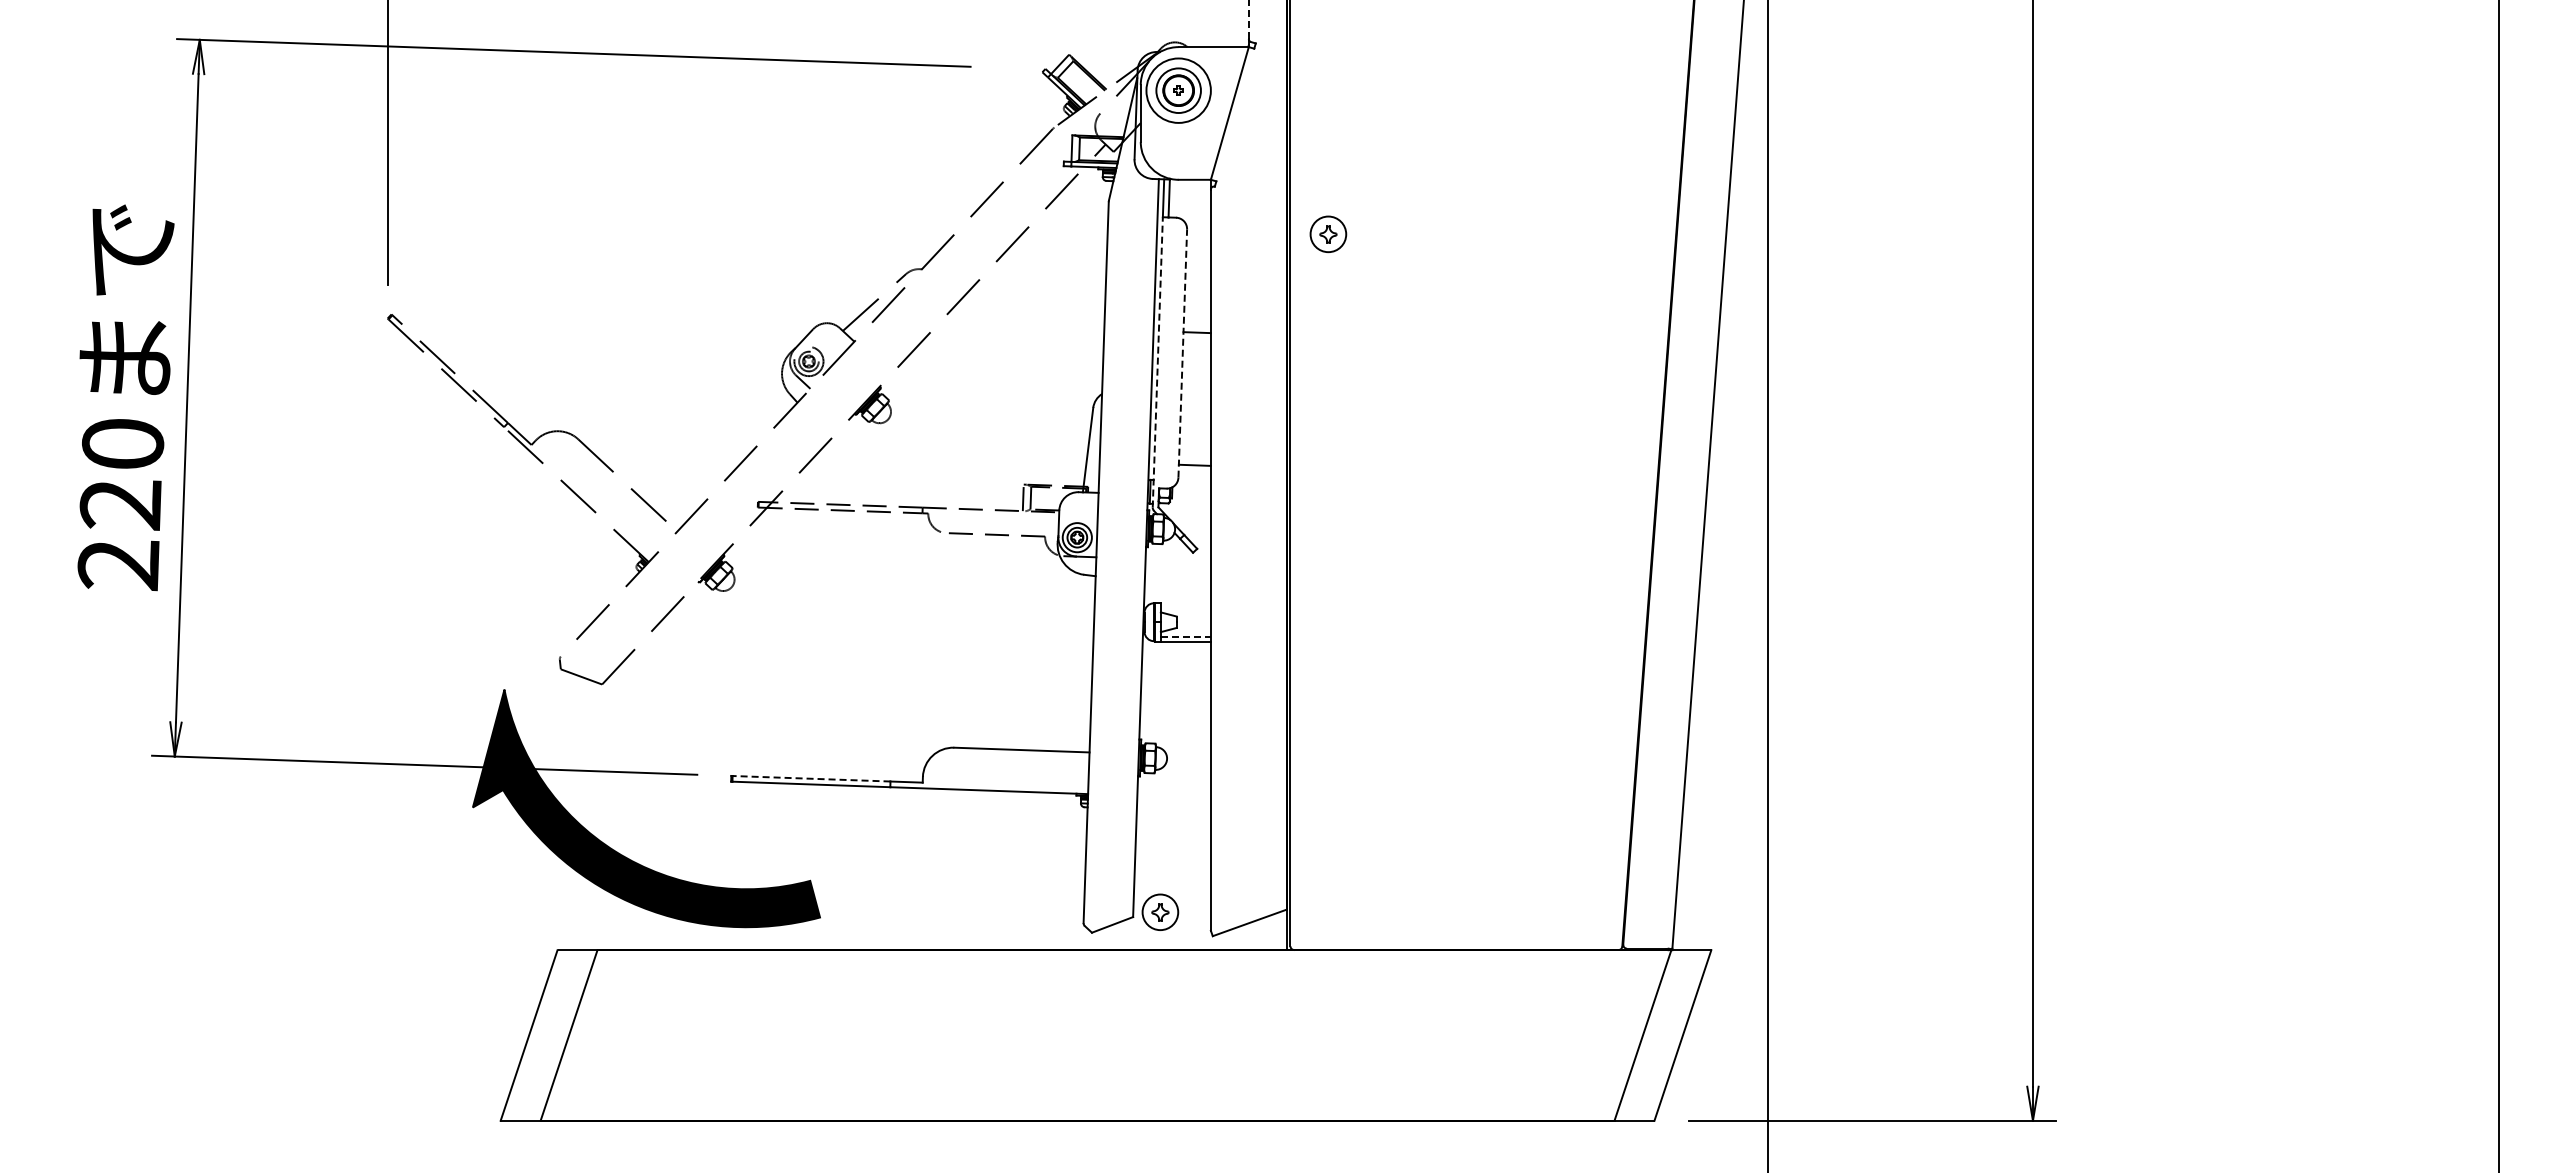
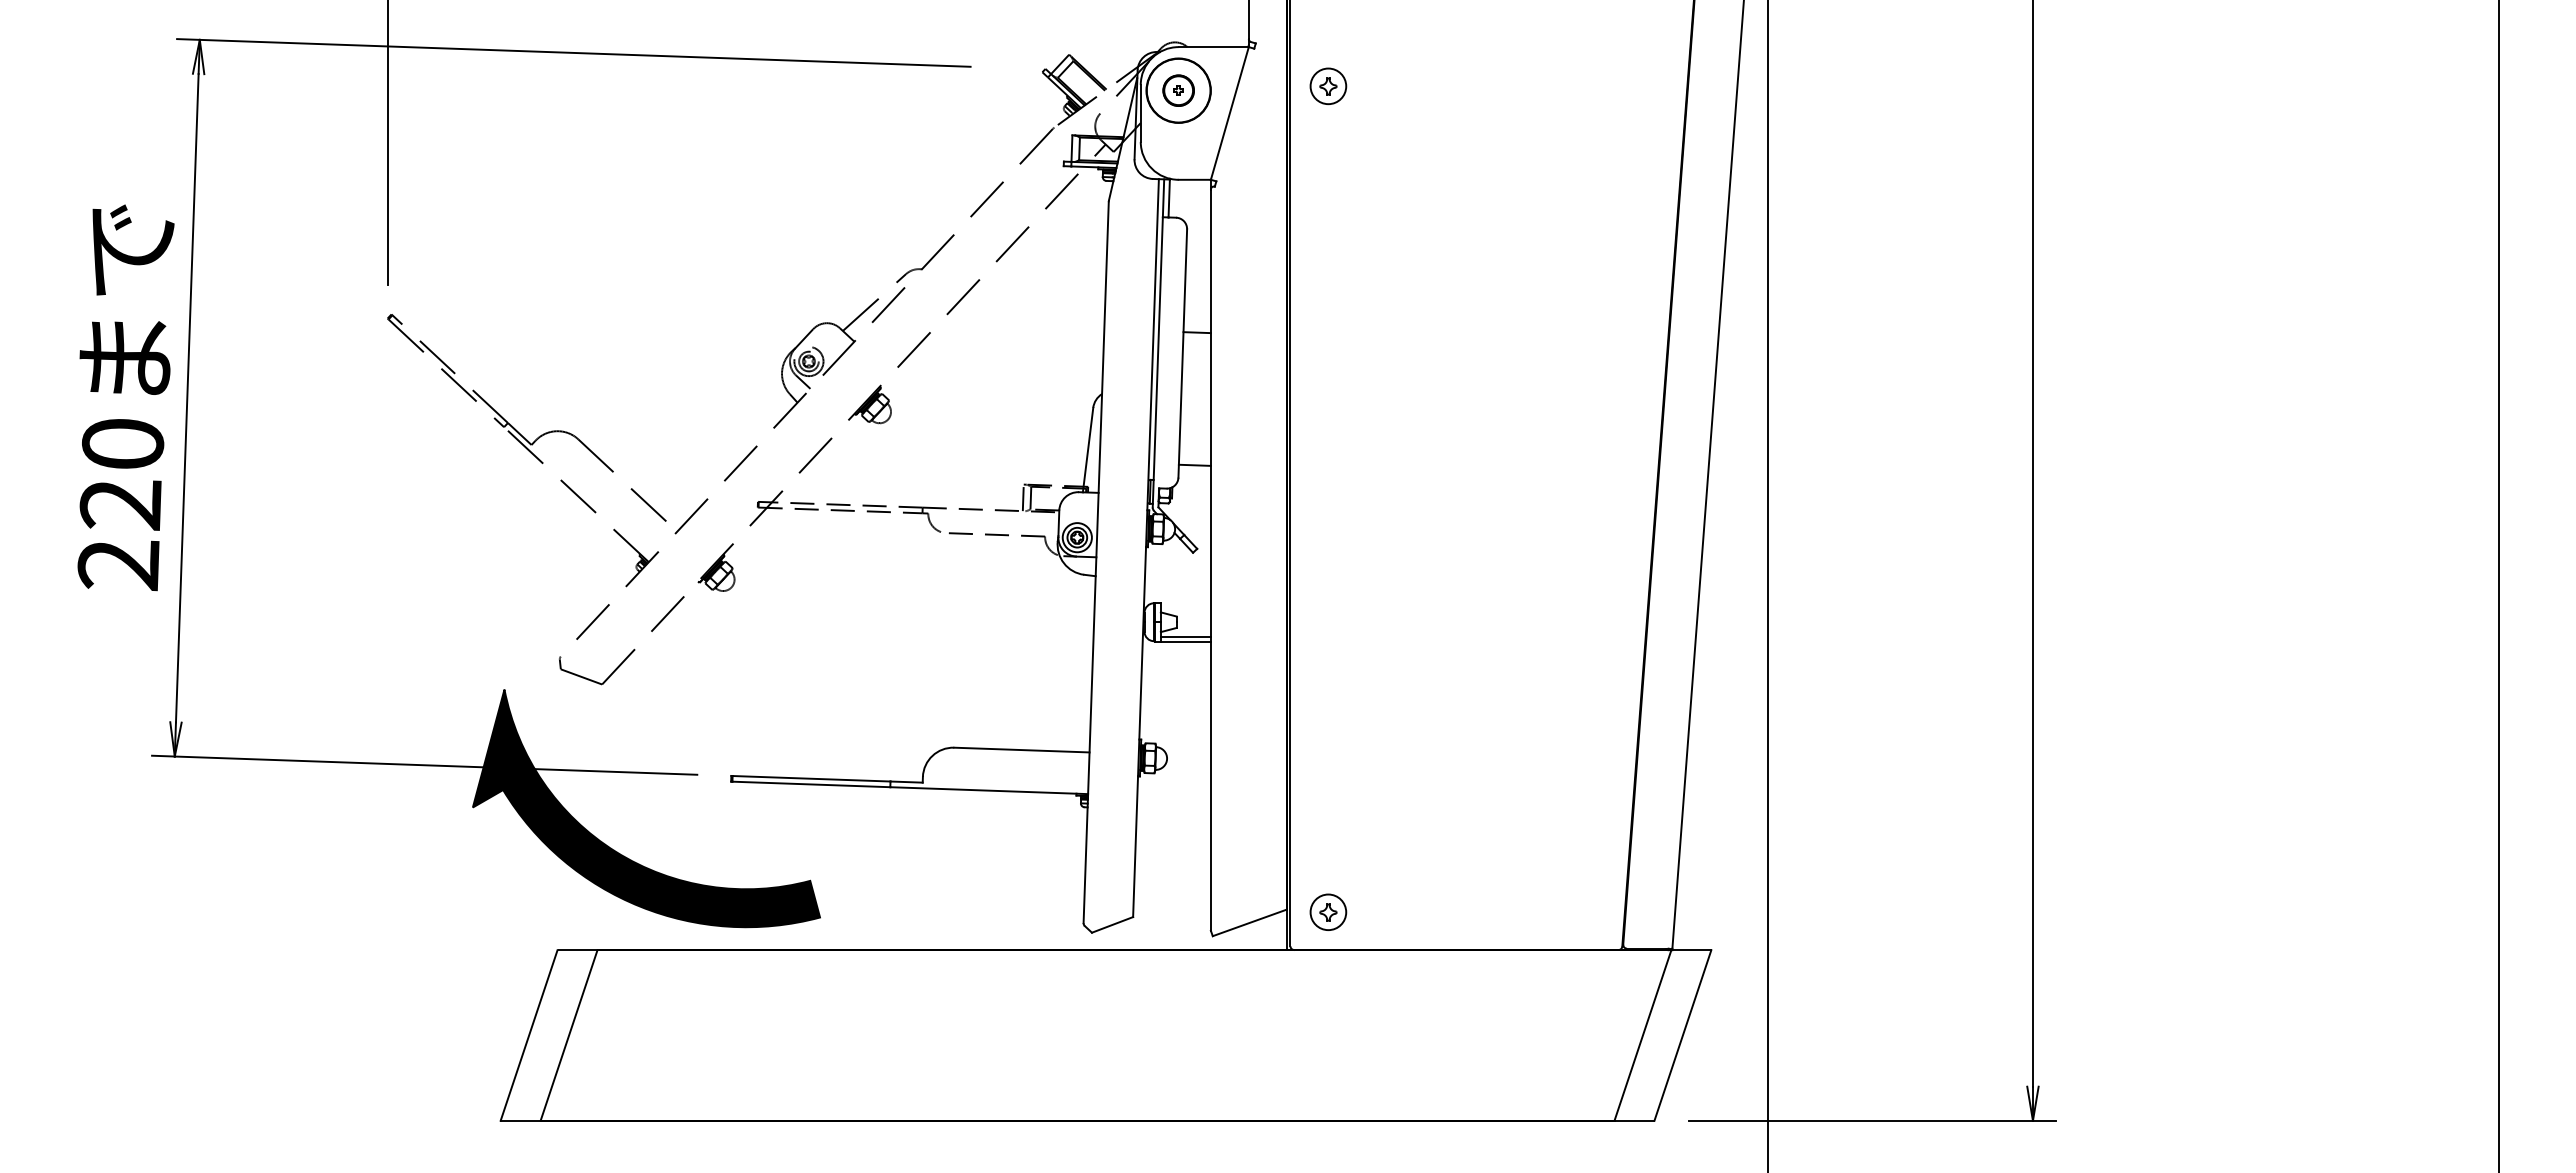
line at (1248, 19): dashed -> solid
circle at (1178, 90) diameter: 45 px -> 64 px
part at (1328, 234) position: (1328, 234) -> (1328, 86)
line at (1182, 353): dashed -> solid
line at (1157, 361): dashed -> solid
line at (1186, 636): dashed -> solid
line at (811, 778): dashed -> solid
part at (1160, 911) position: (1160, 911) -> (1328, 911)
